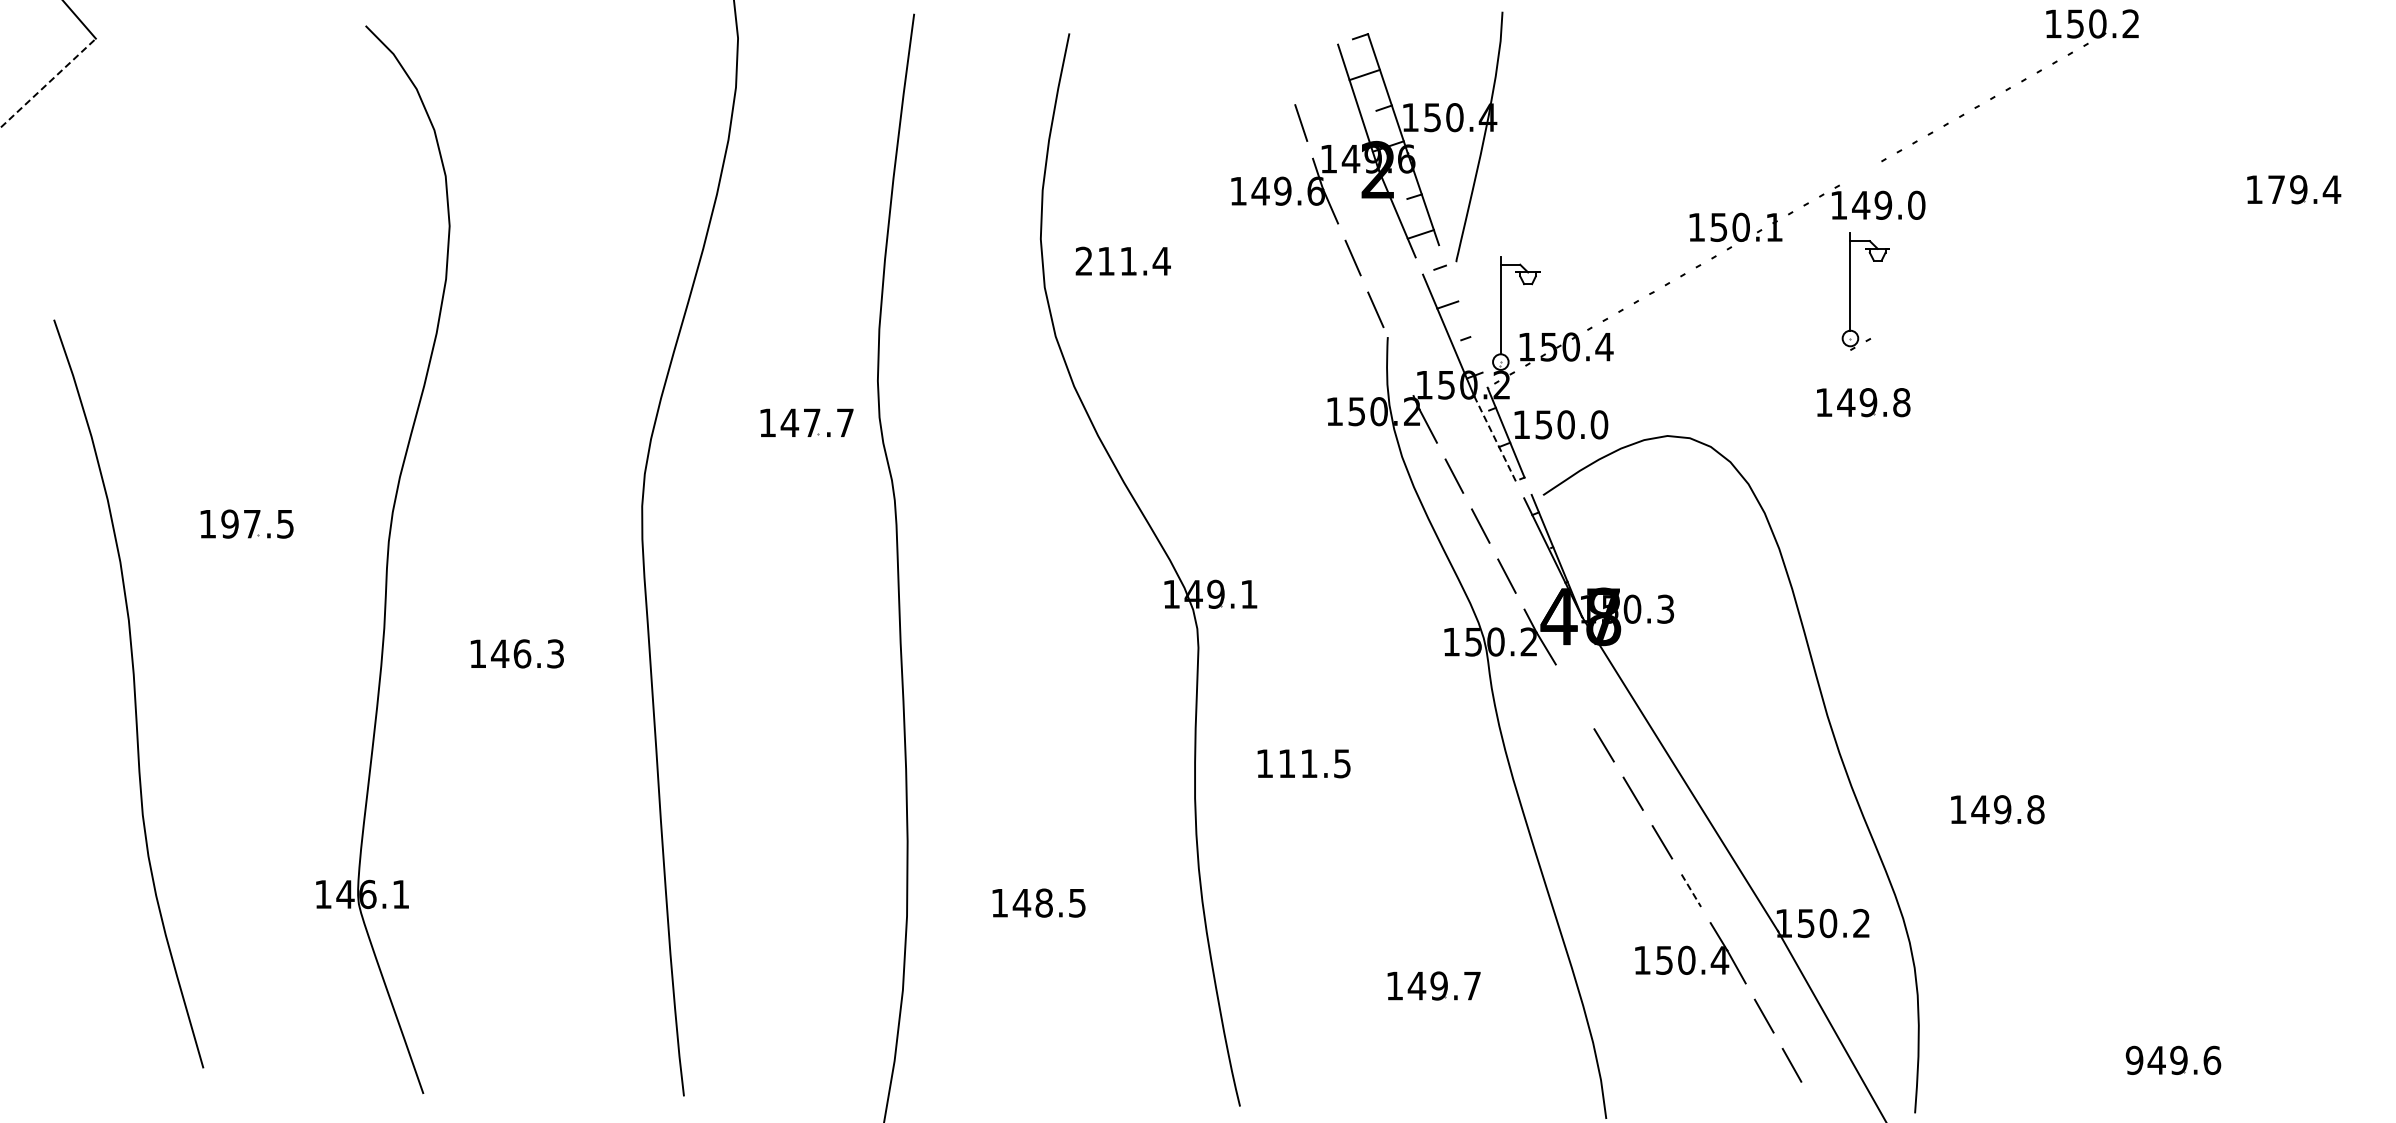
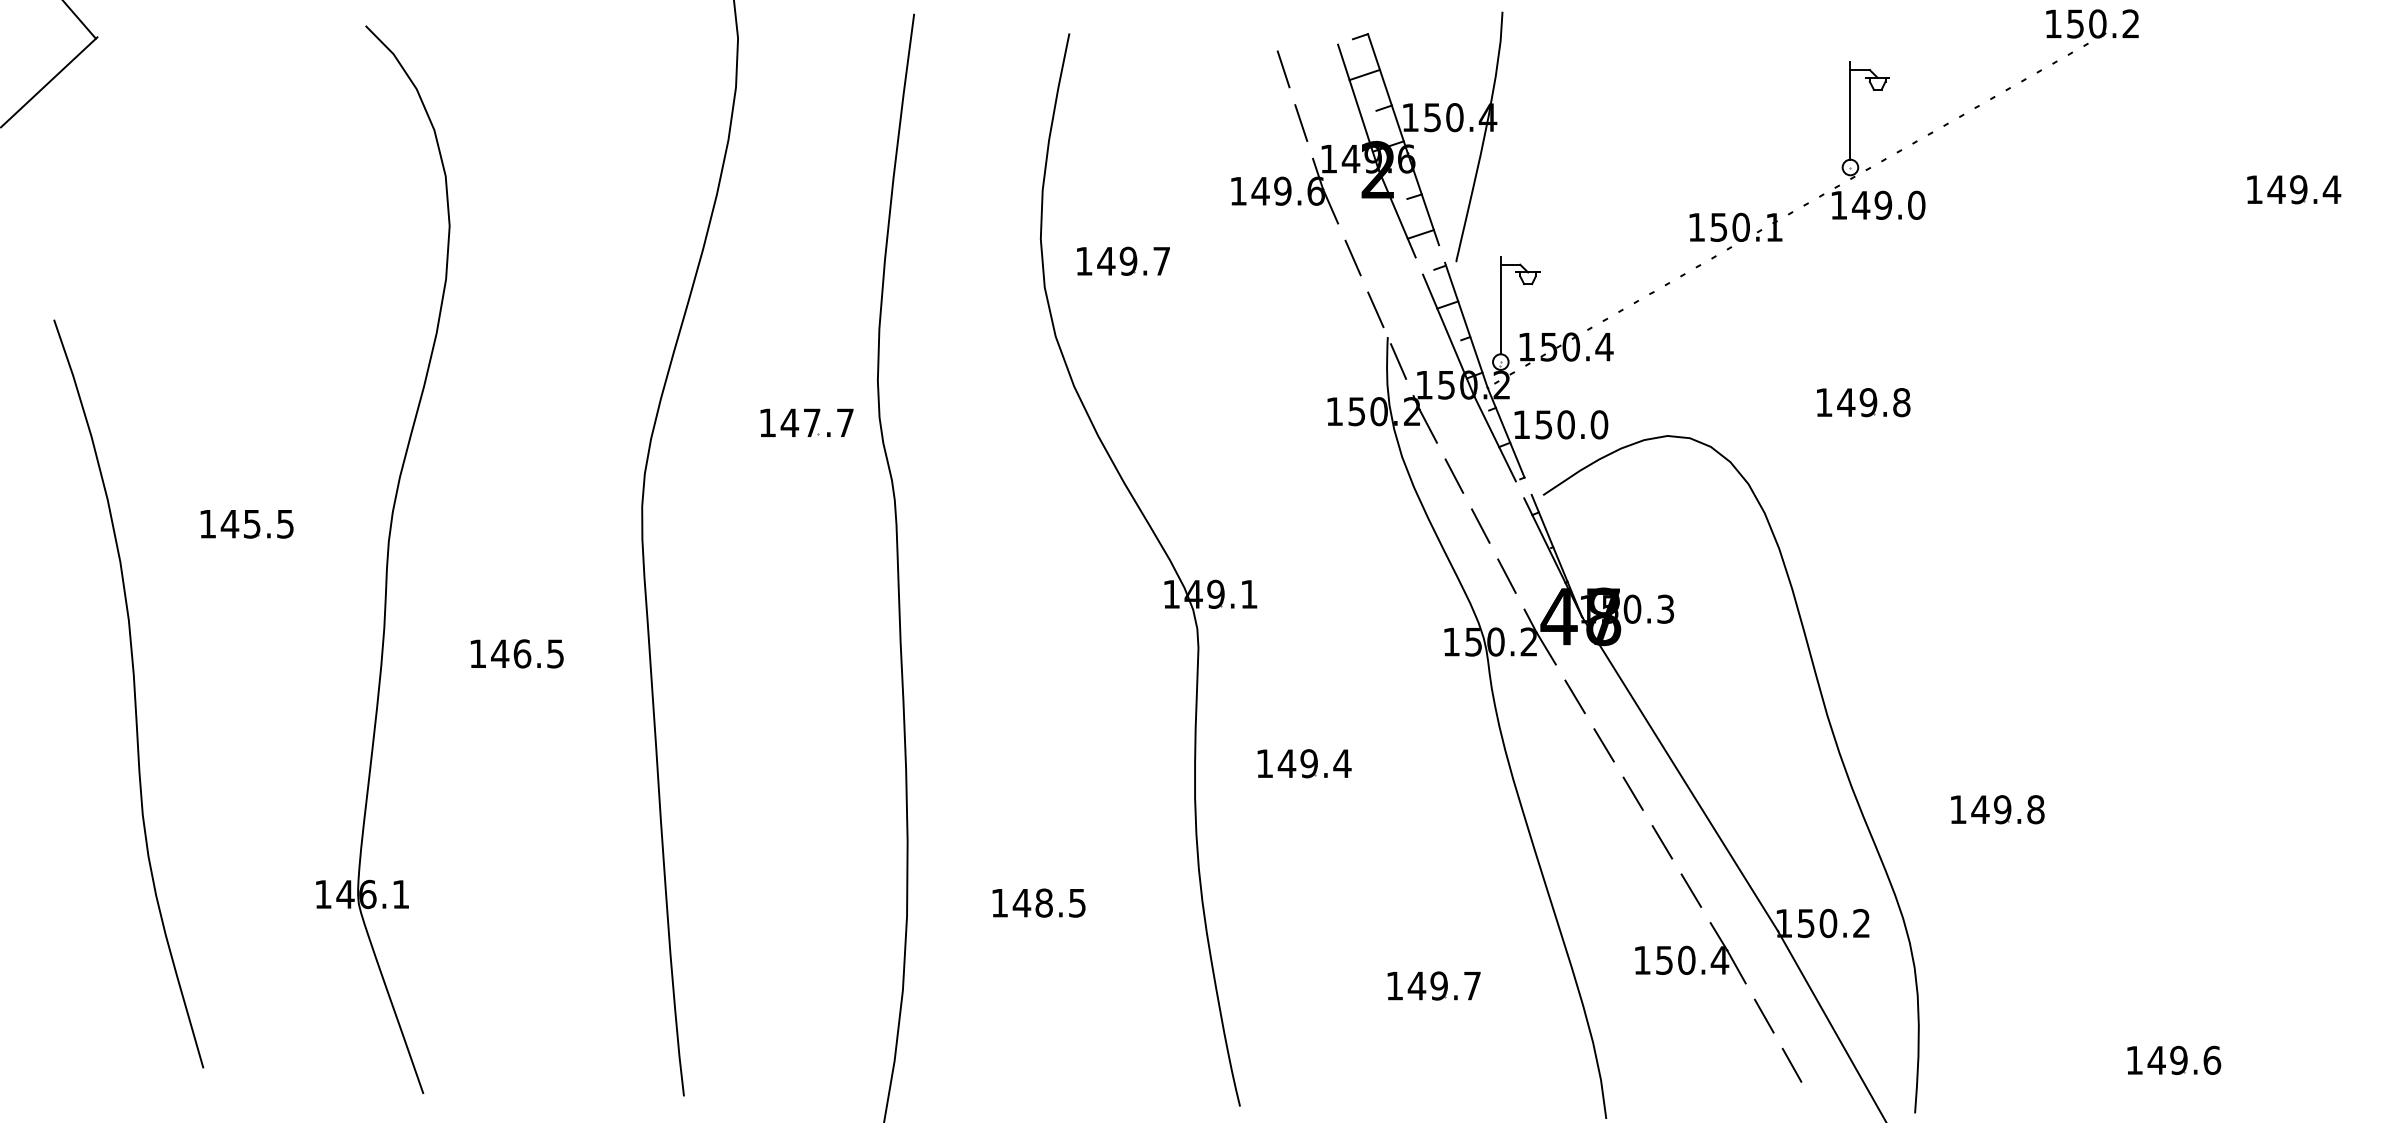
line at (1283, 69): none -> present
line at (49, 82): dashed -> solid
text at (2276, 189): 179.4 -> 149.4
text at (1122, 260): 211.4 -> 149.7
part at (1850, 291) position: (1850, 291) -> (1850, 120)
line at (1466, 324): none -> present
line at (1398, 361): none -> present
line at (1494, 438): dashed -> solid
text at (240, 523): 197.5 -> 145.5
text at (555, 653): 146.3 -> 146.5
line at (1574, 696): none -> present
text at (1314, 763): 111.5 -> 149.4
line at (1691, 890): dashed -> solid
text at (2134, 1059): 949.6 -> 149.6
